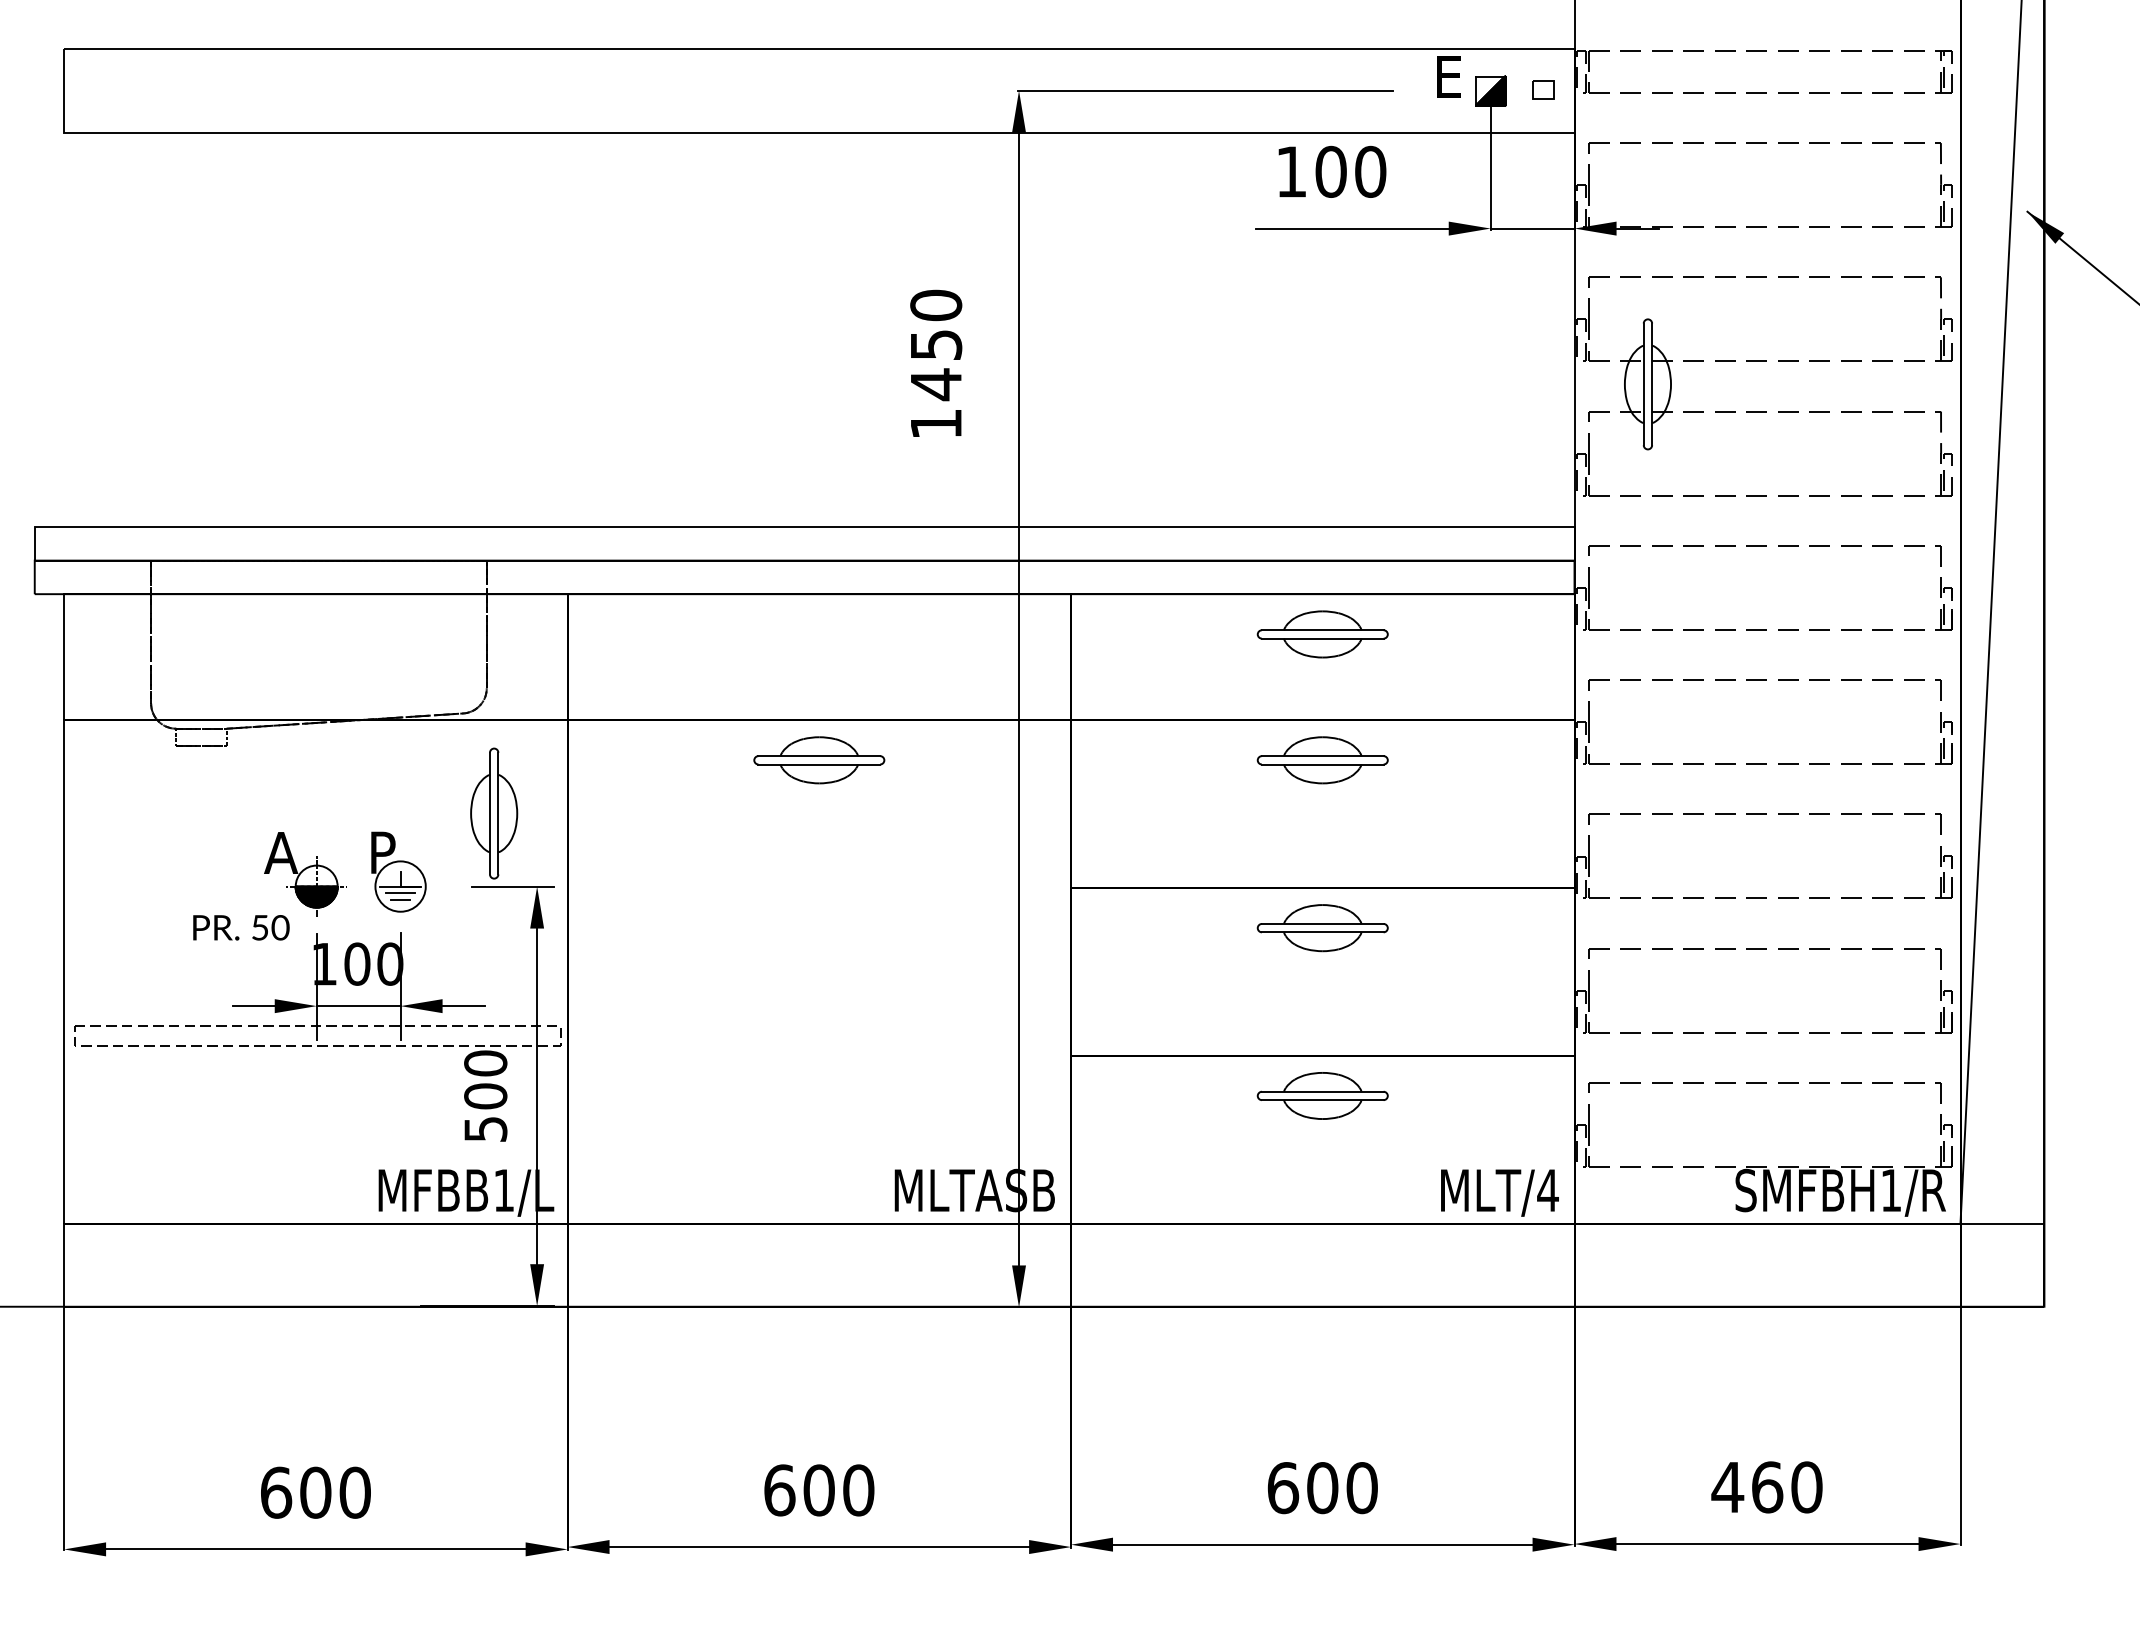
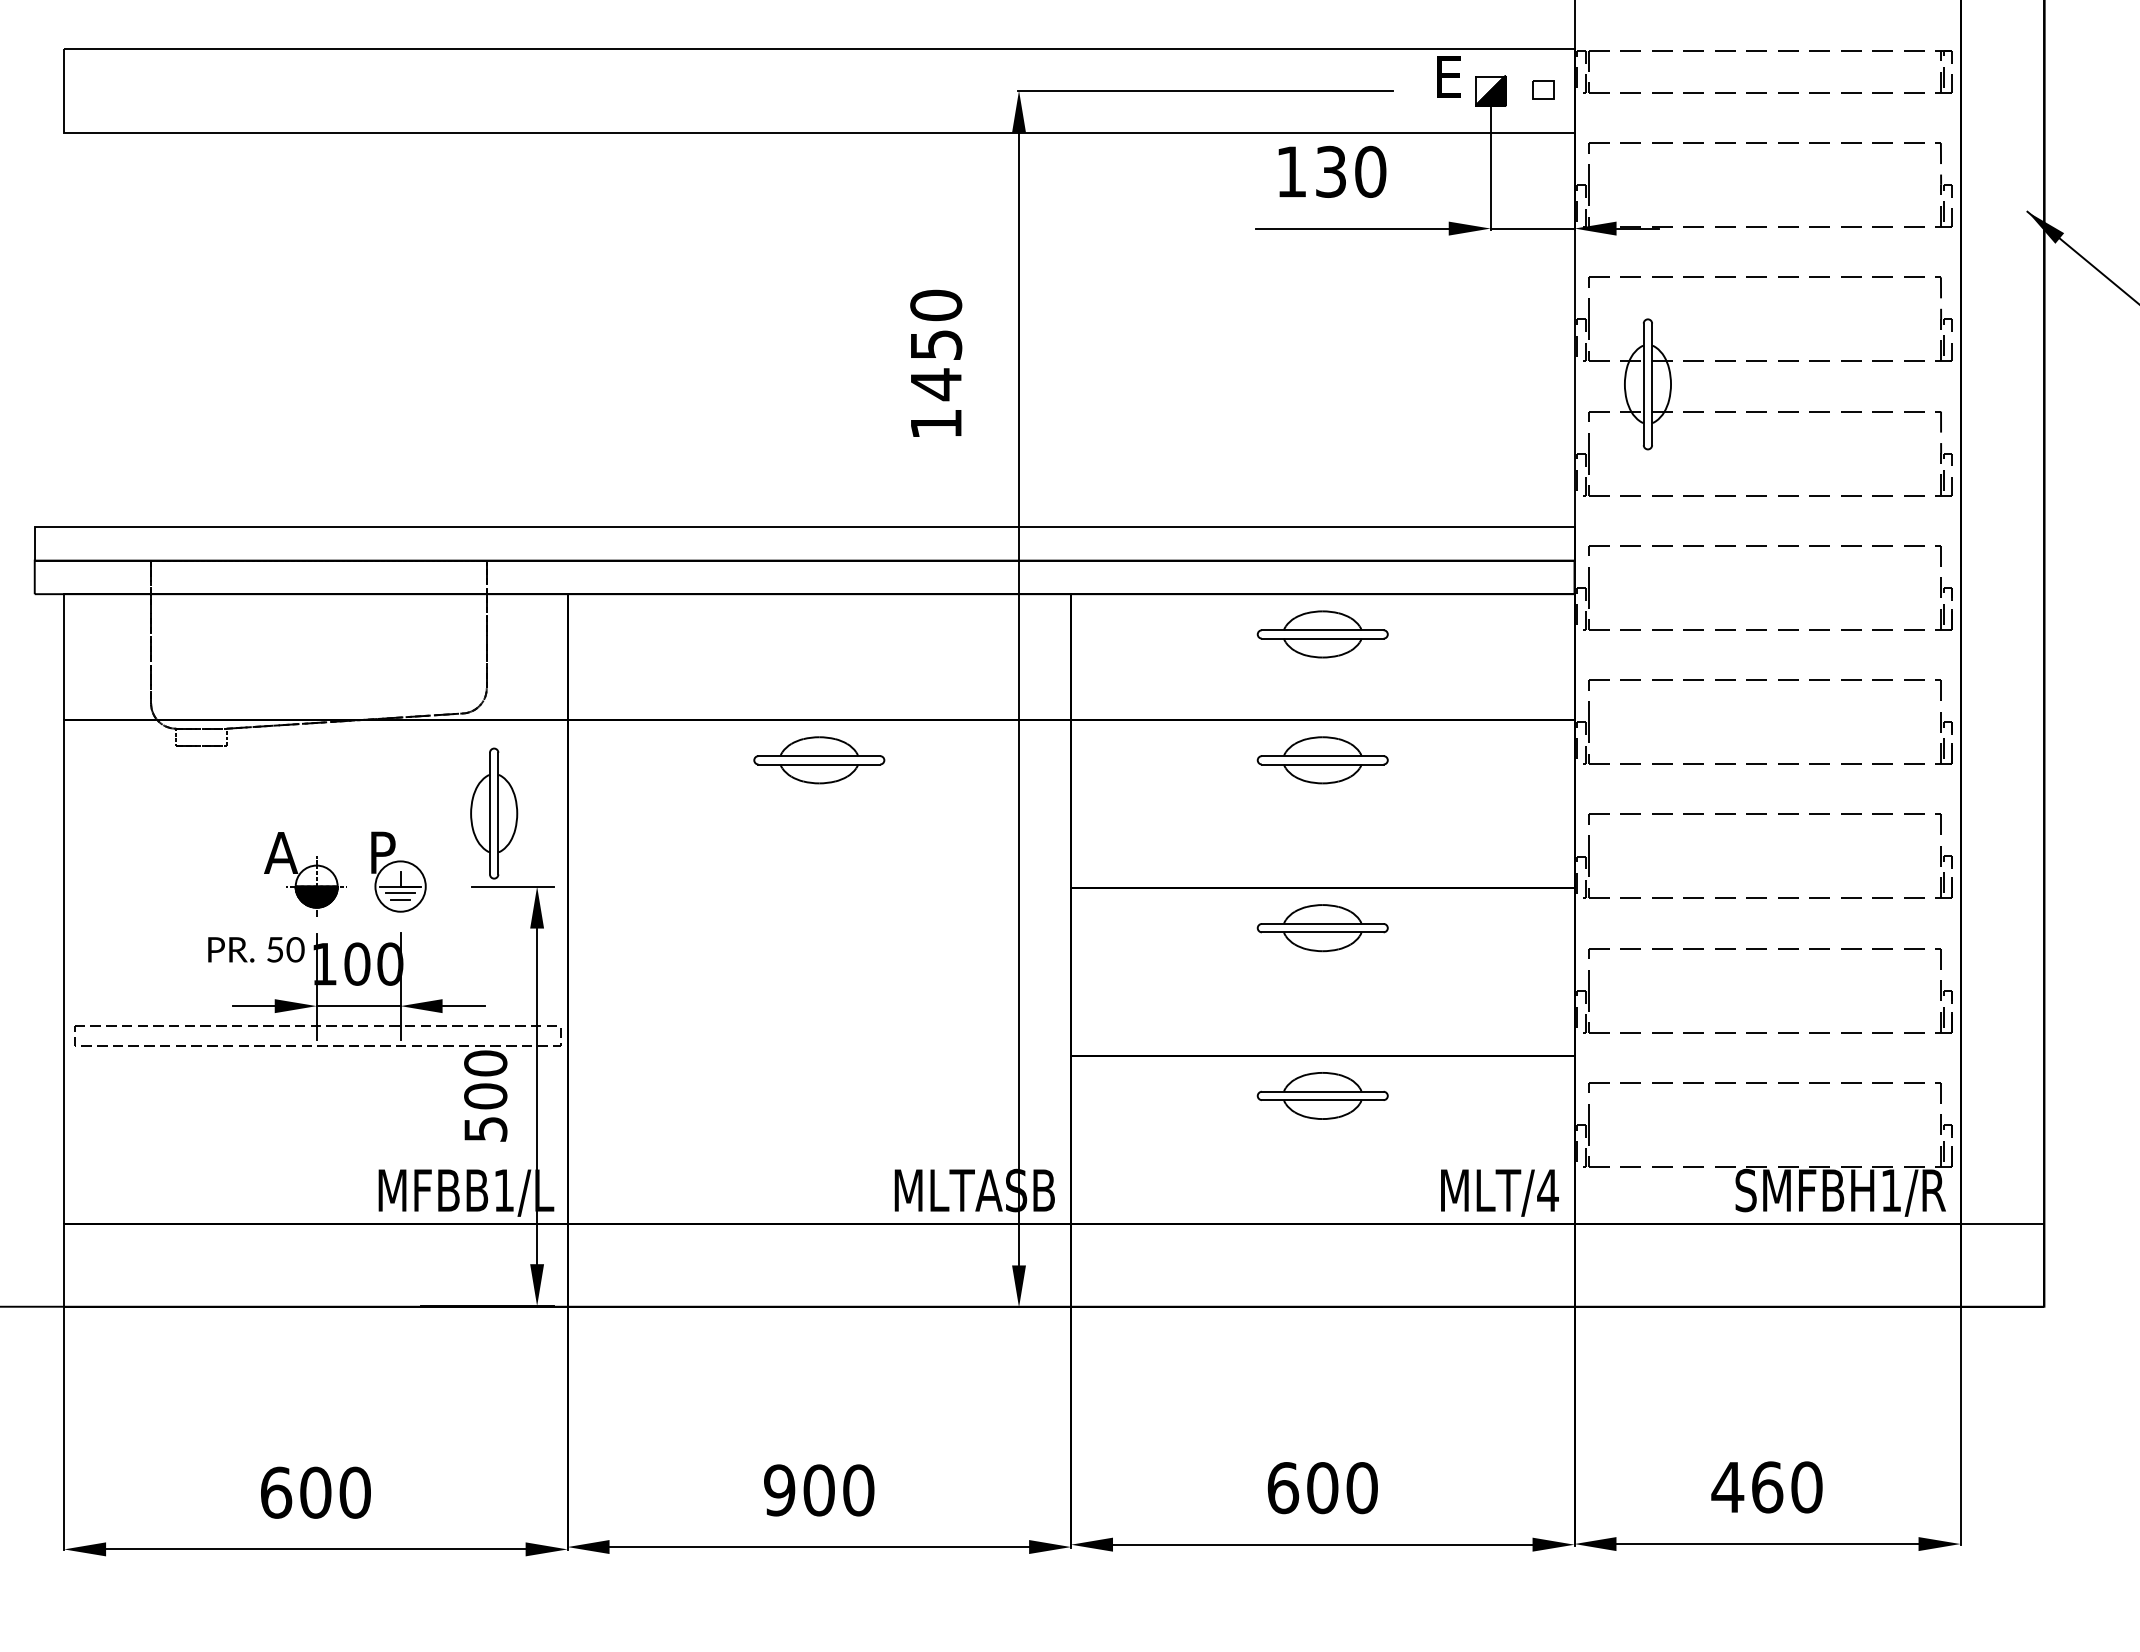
text at (1330, 171): 100 -> 130
line at (1990, 612): present -> none
text at (241, 927) position: (241, 927) -> (256, 949)
text at (779, 1490): 600 -> 900
